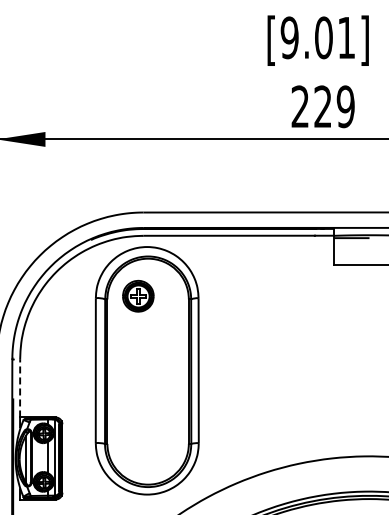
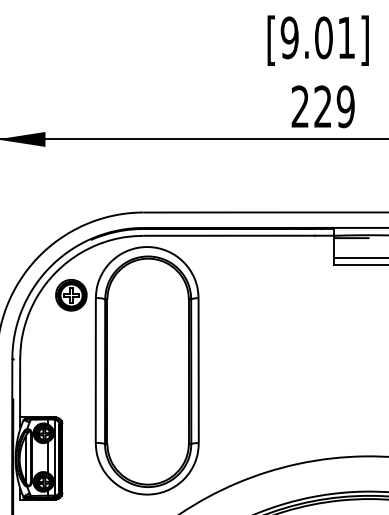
line at (359, 257): none -> present
part at (138, 296) position: (138, 296) -> (71, 295)
line at (20, 387): dashed -> solid
